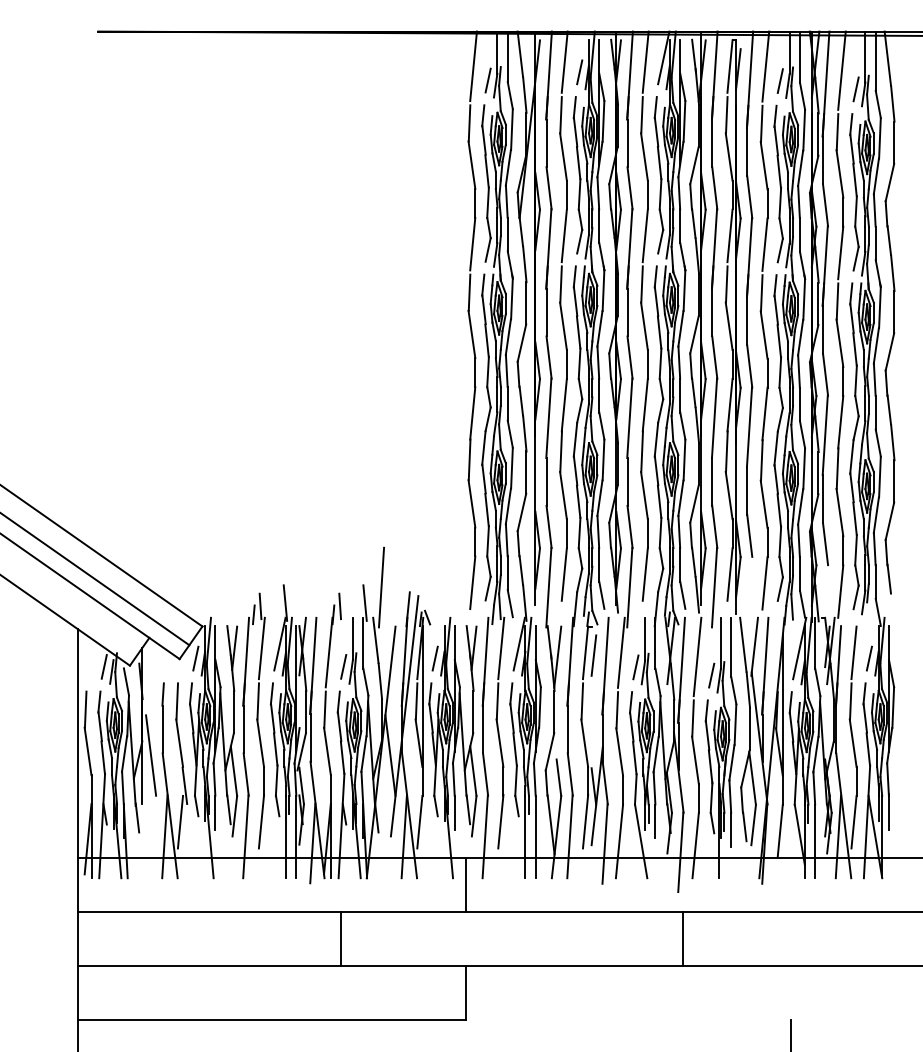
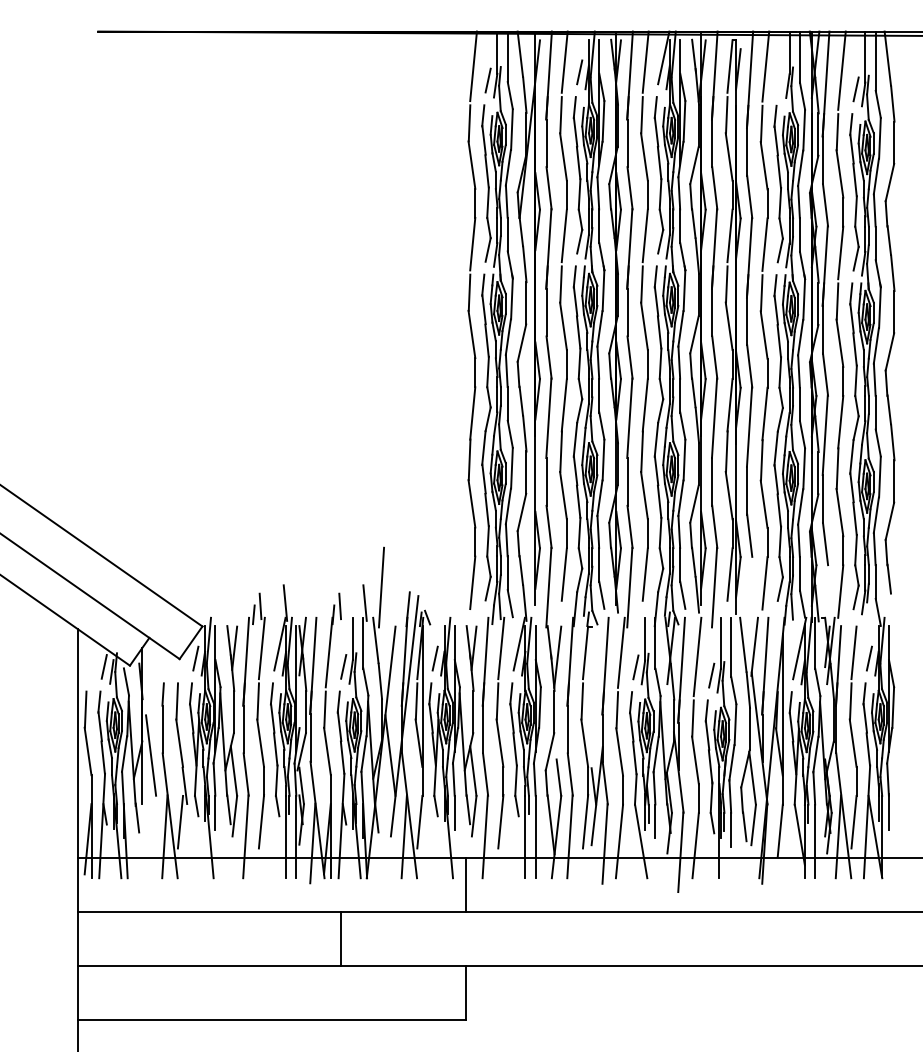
line at (779, 80): present -> none
line at (95, 579): present -> none
line at (593, 655): present -> none
line at (682, 939): present -> none
line at (791, 1034): present -> none
